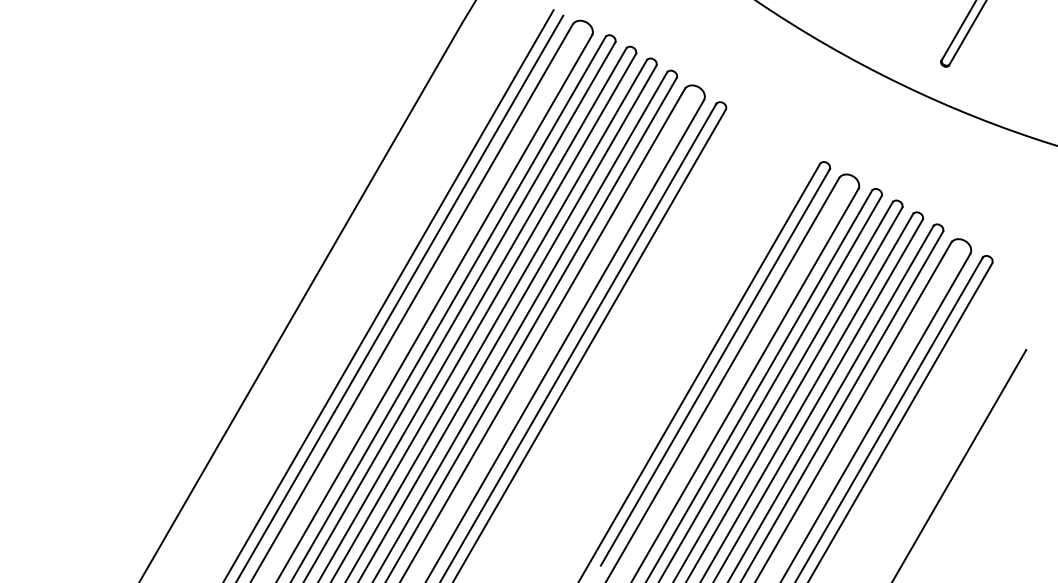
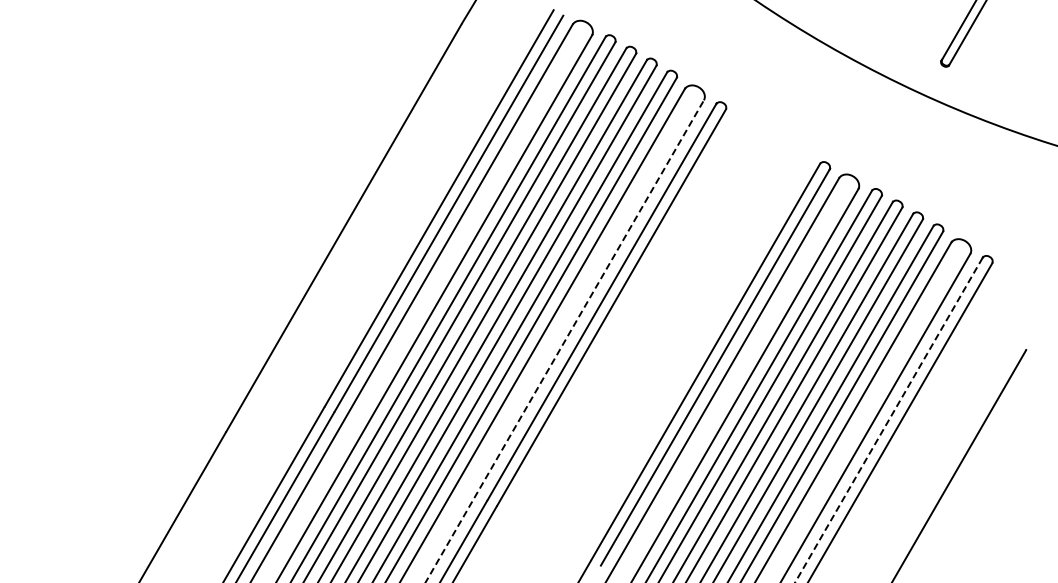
line at (565, 340): solid -> dashed
line at (888, 420): solid -> dashed
